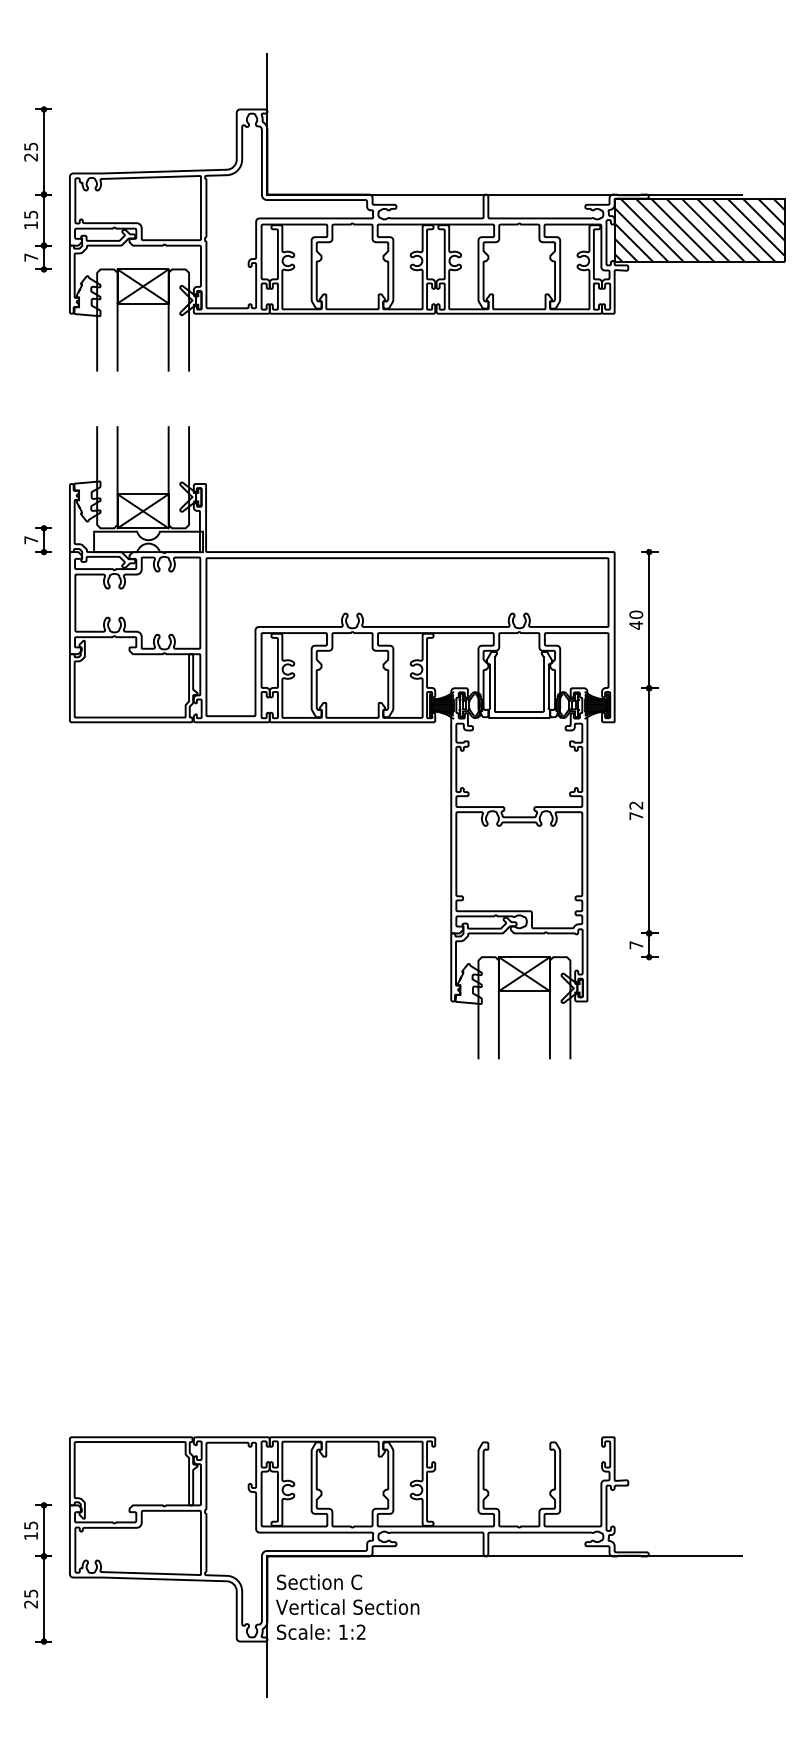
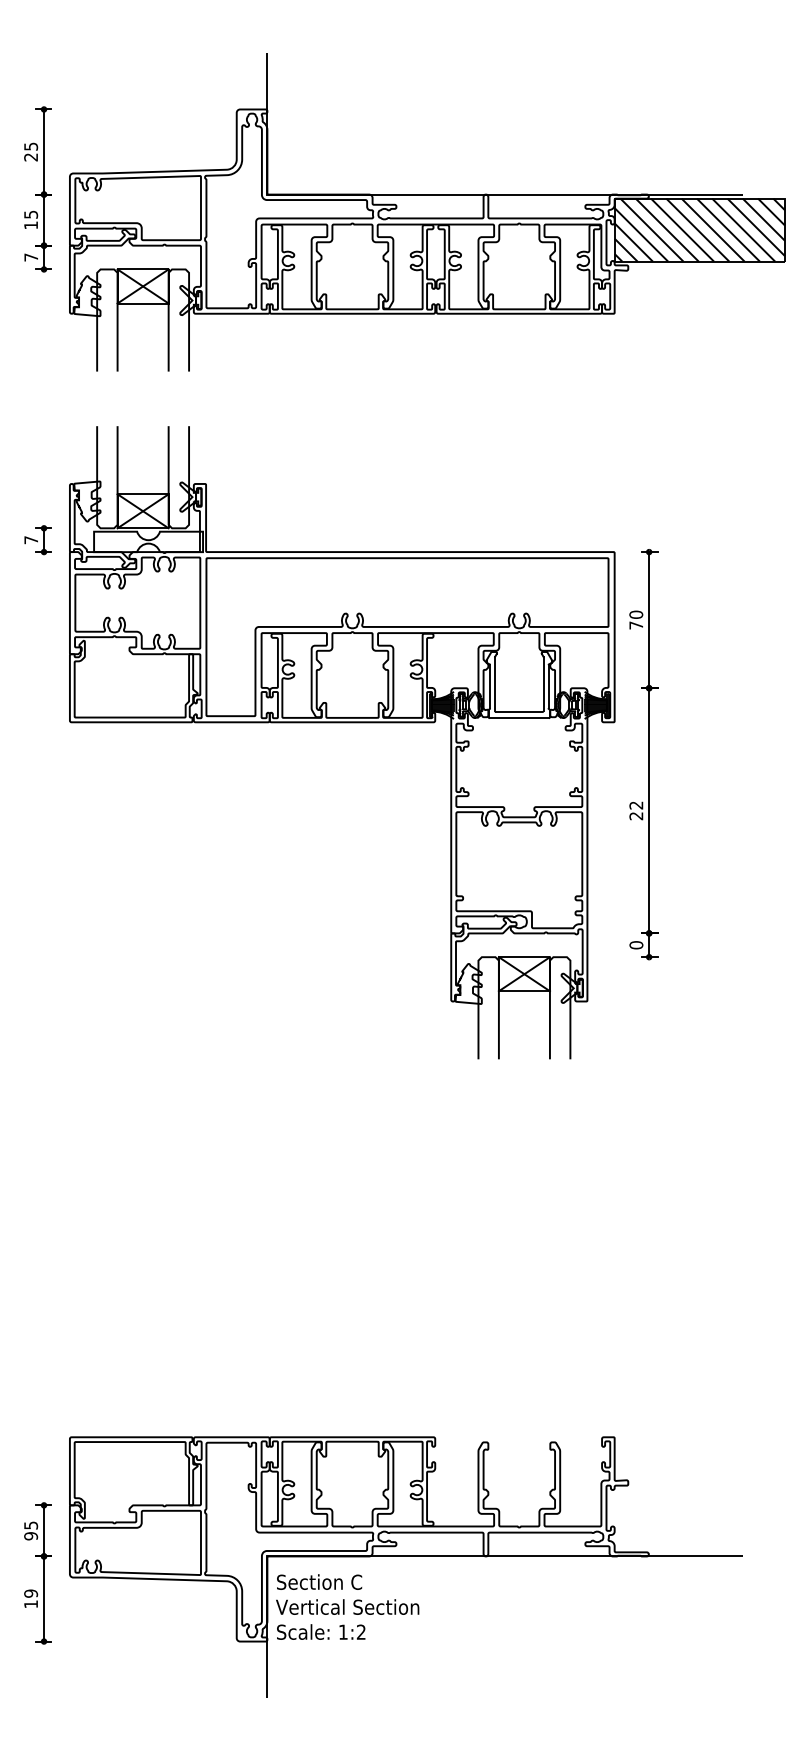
text at (635, 625): 40 -> 70
text at (636, 816): 72 -> 22
text at (636, 945): 7 -> 0
text at (31, 1536): 15 -> 95
text at (30, 1598): 25 -> 19
